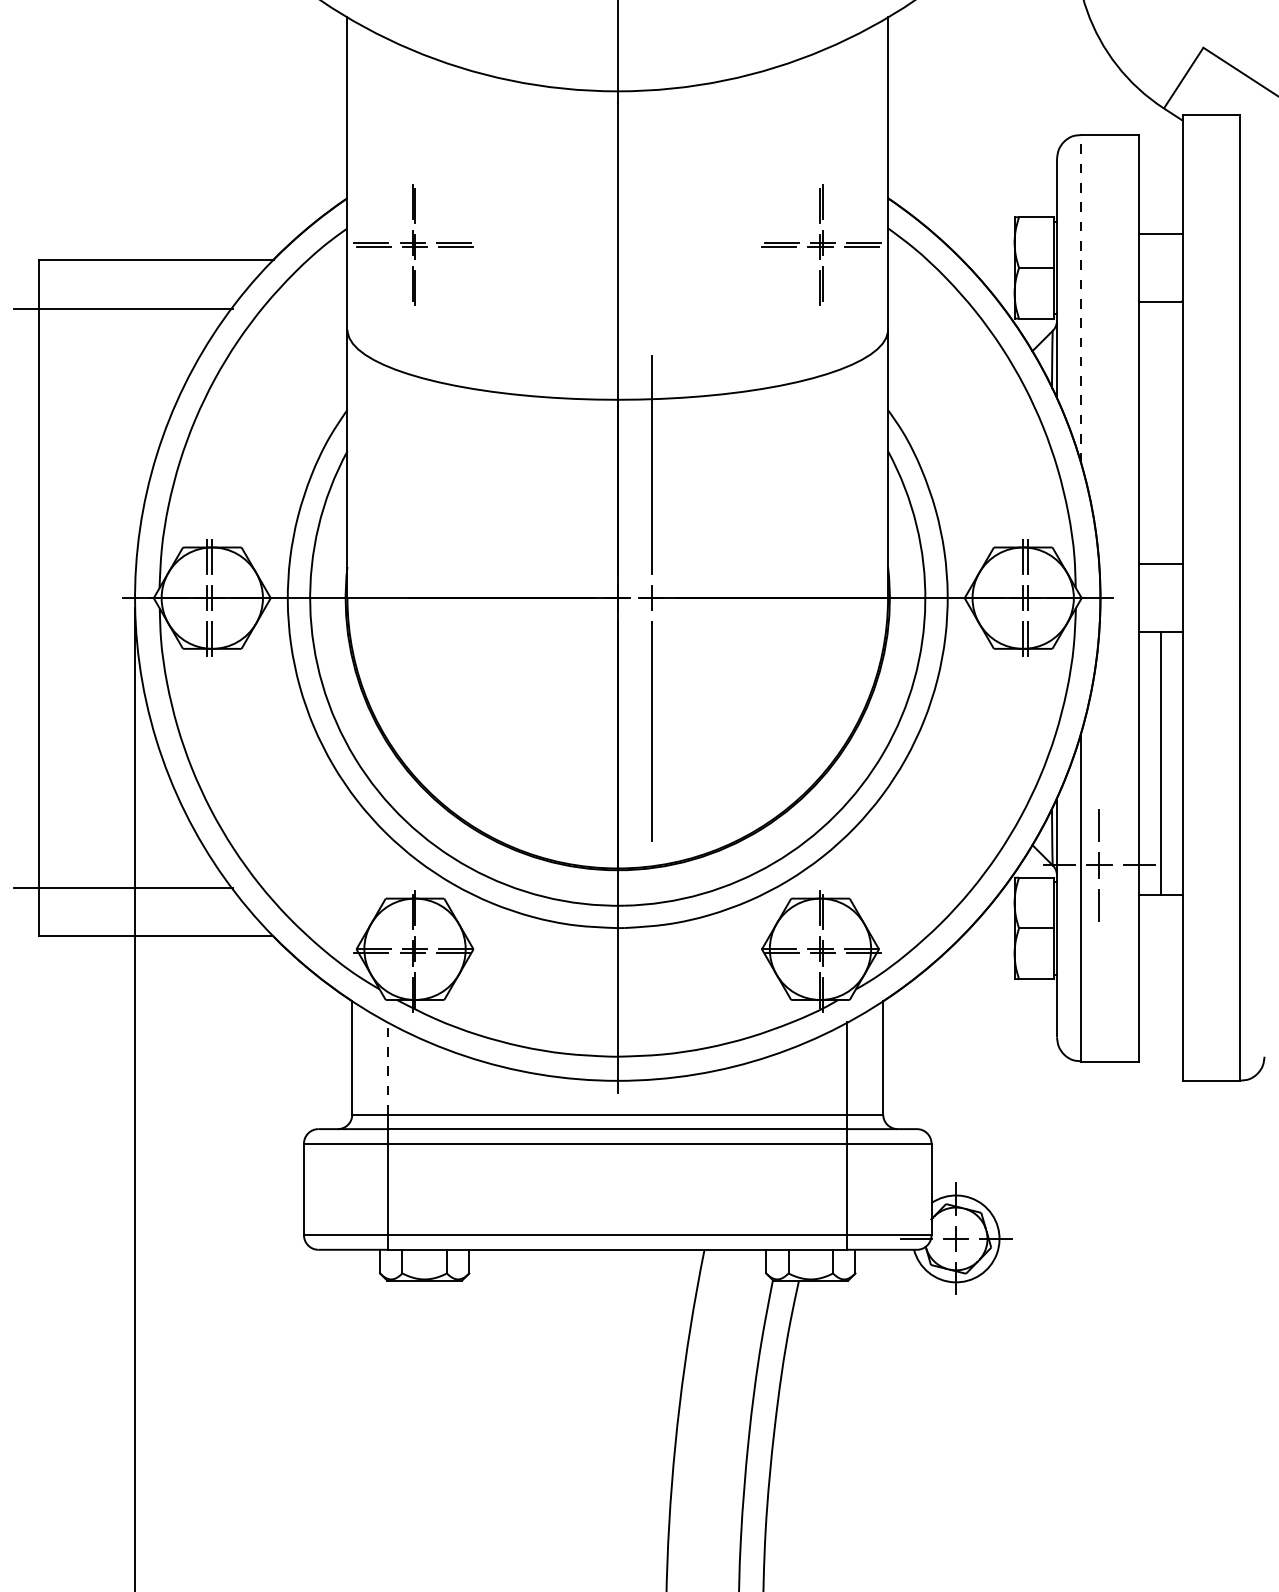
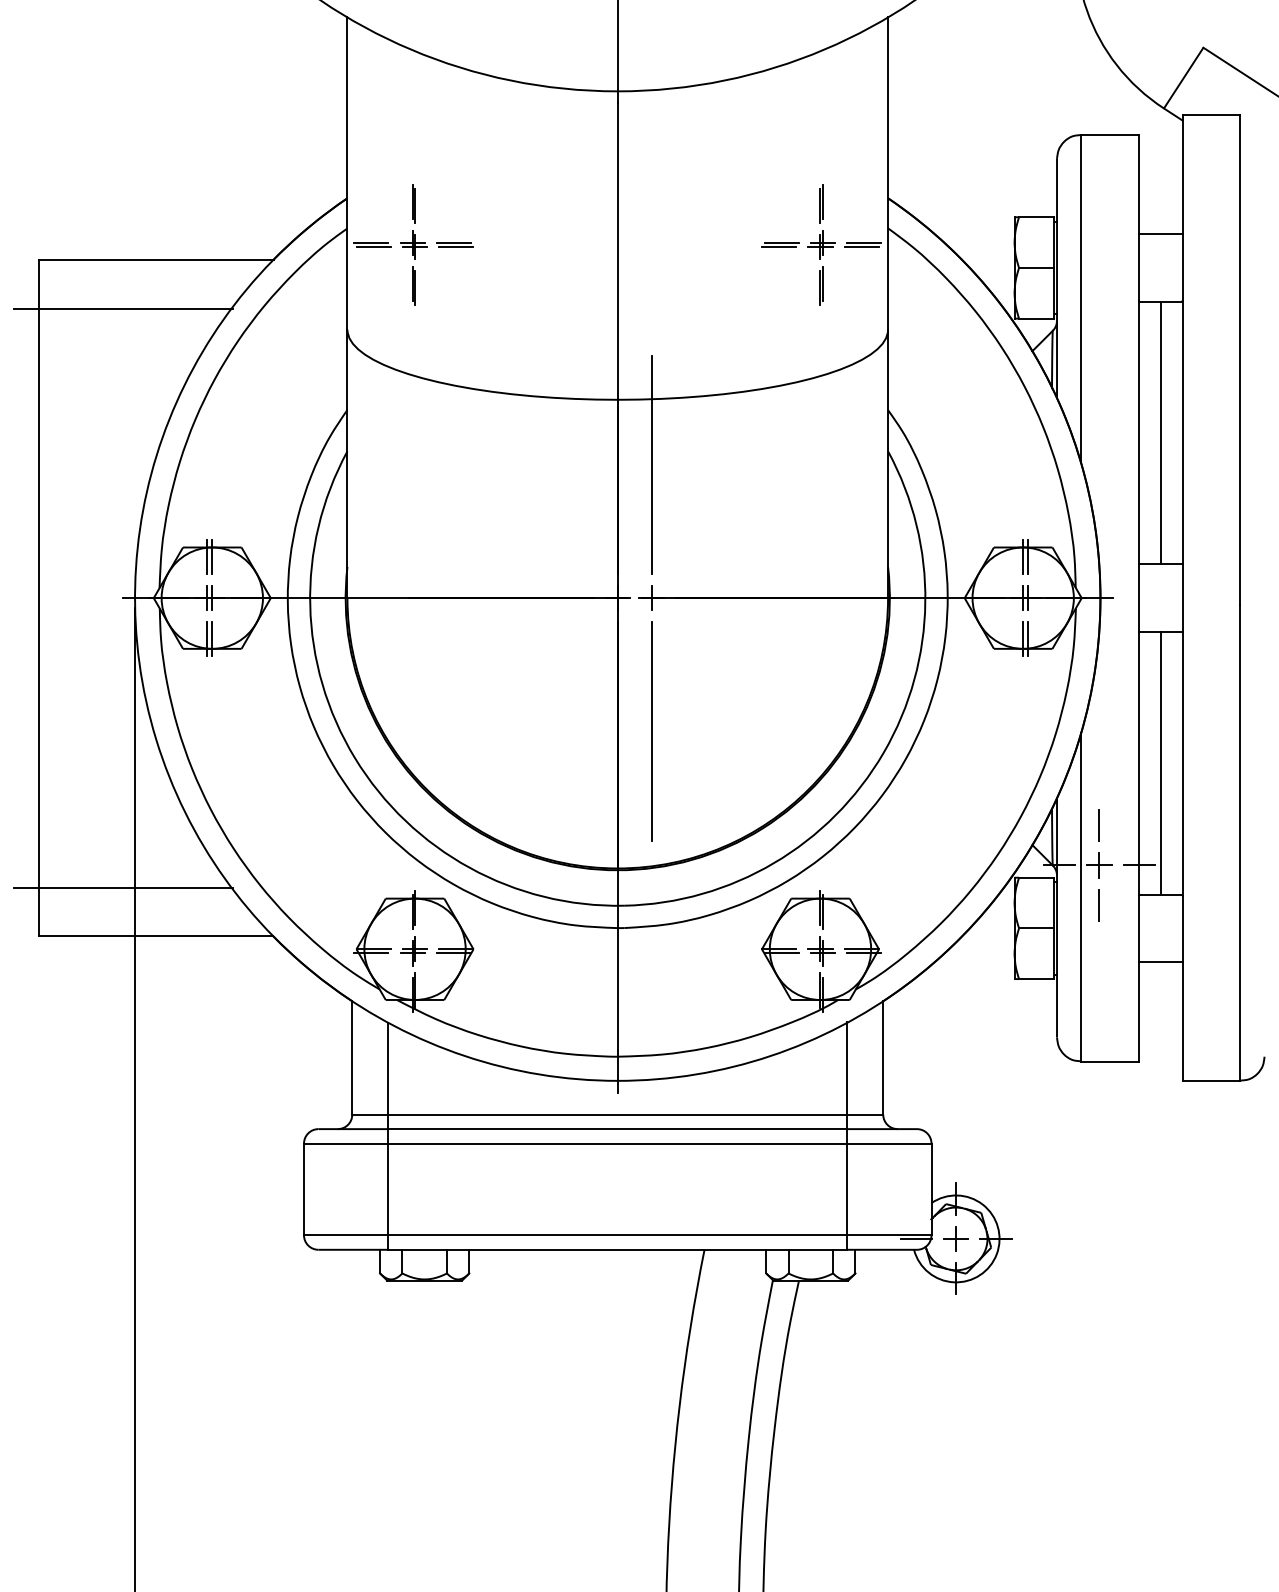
line at (1081, 298): dashed -> solid
line at (1160, 432): none -> present
line at (1160, 962): none -> present
line at (388, 1068): dashed -> solid
